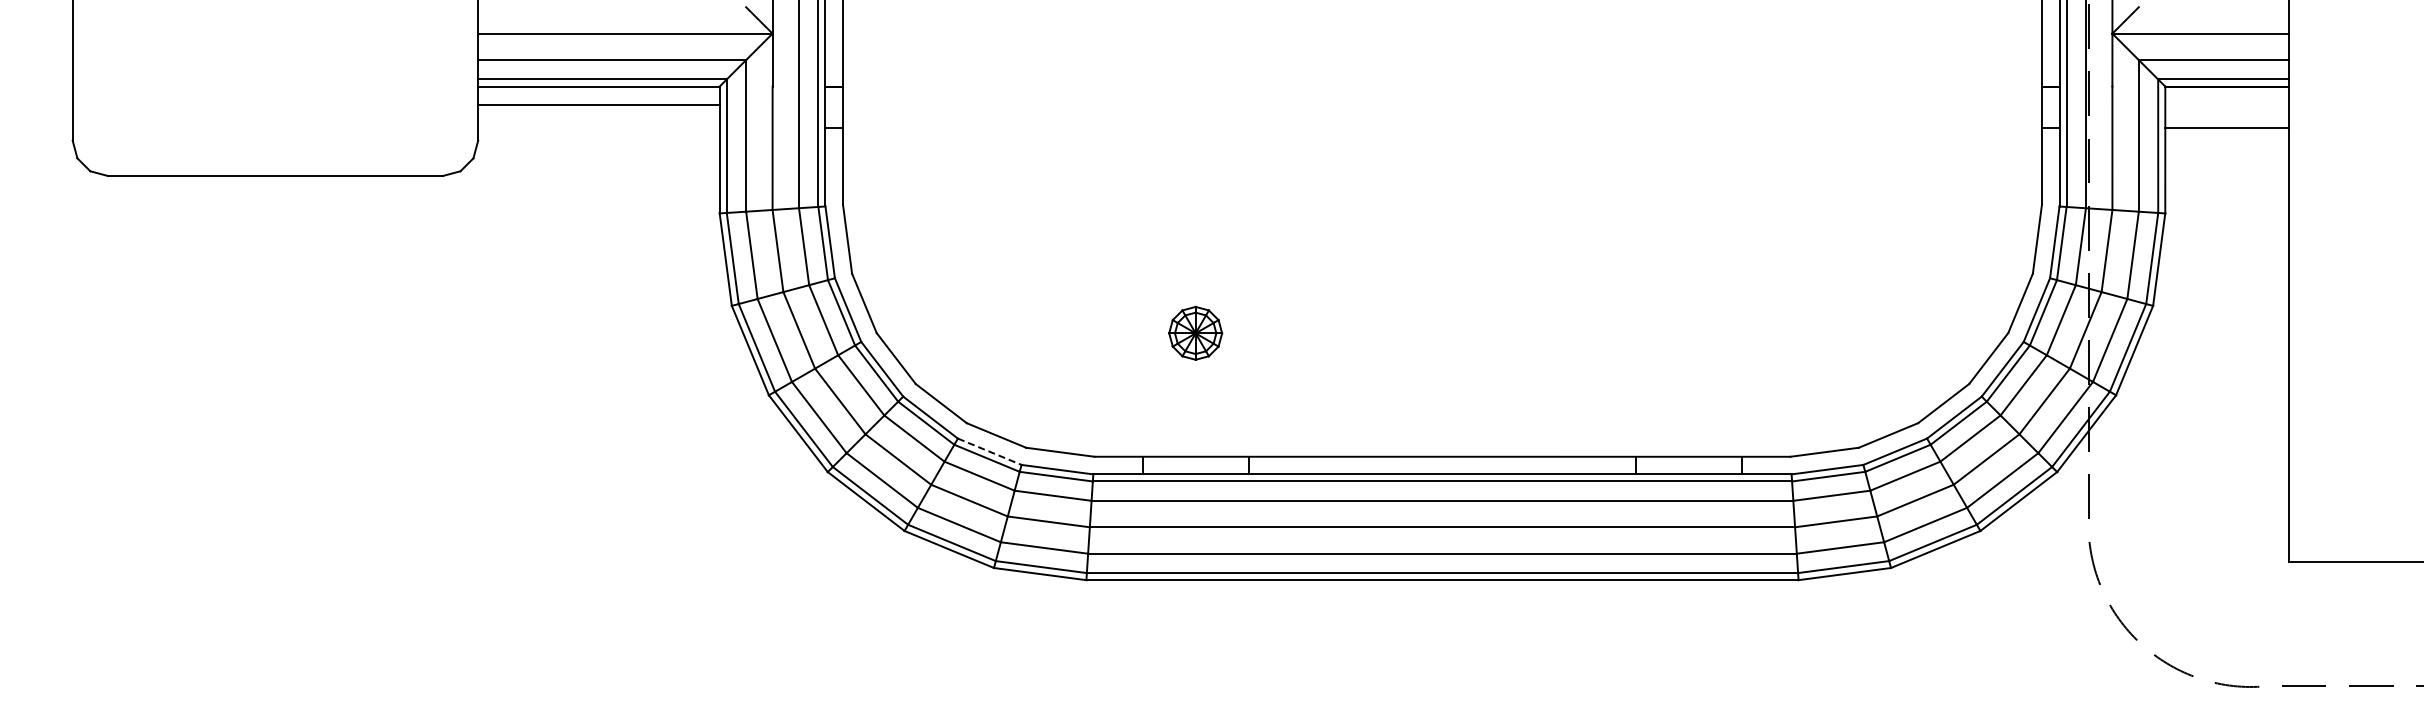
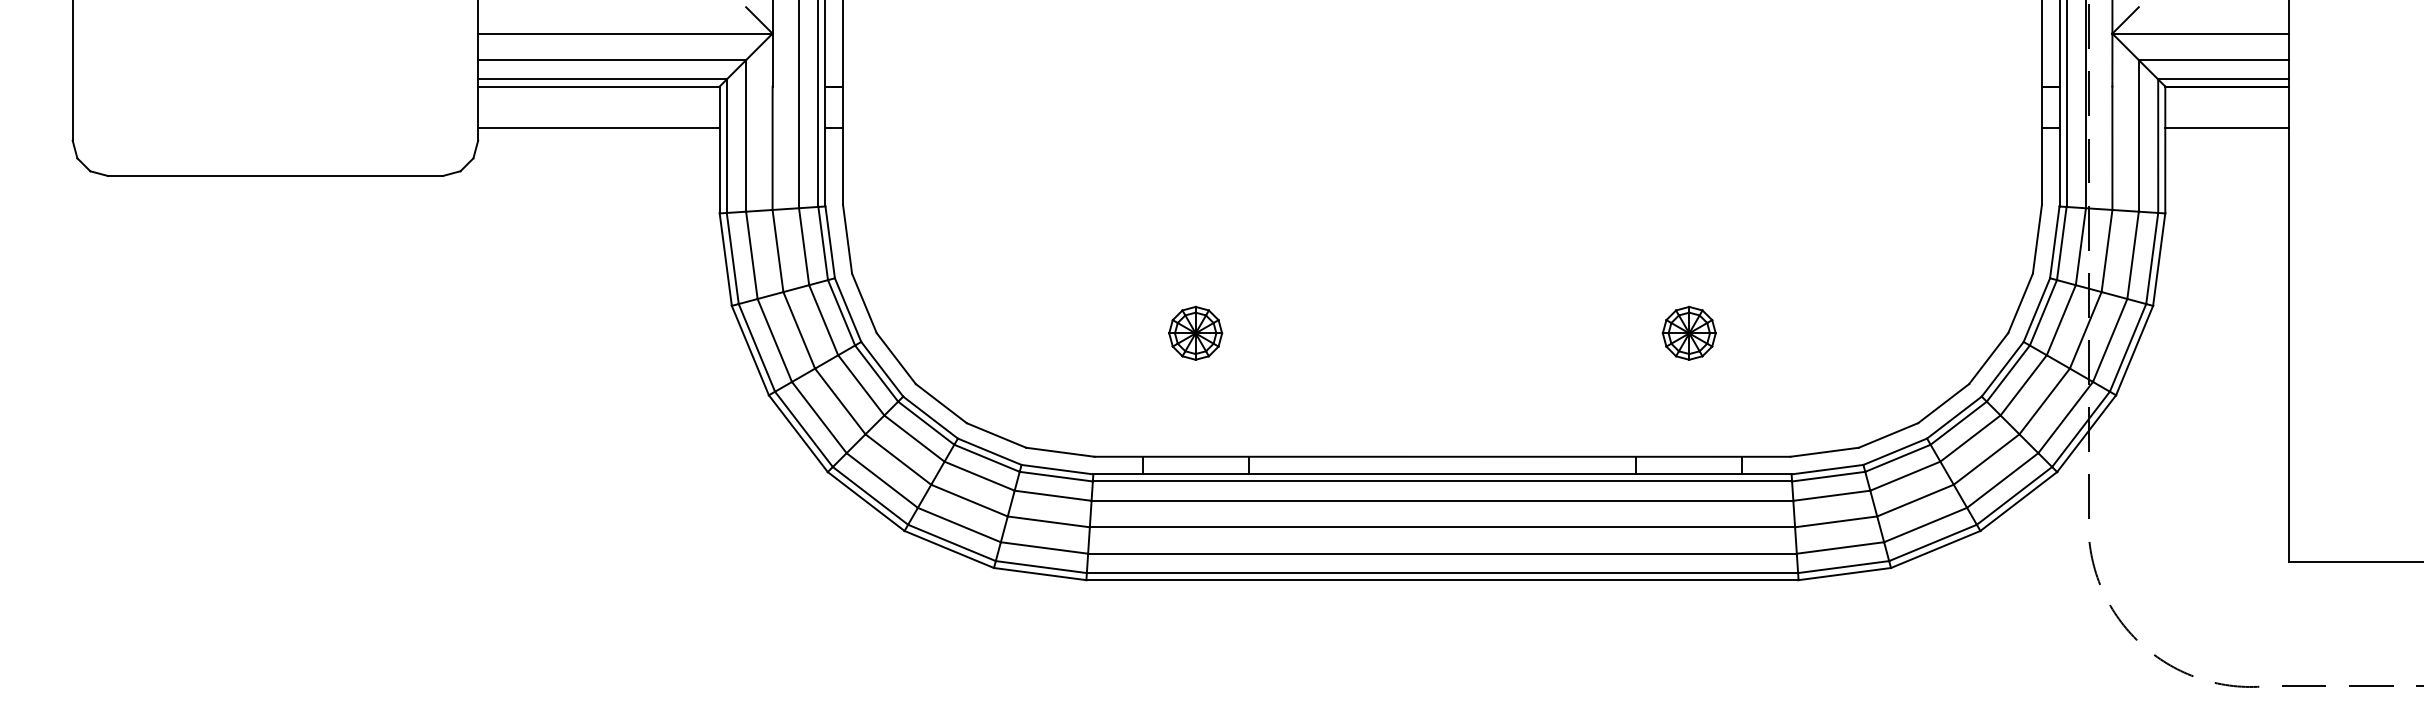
line at (598, 105) position: (598, 105) -> (598, 128)
part at (1688, 332): none -> present
line at (990, 451): dashed -> solid
